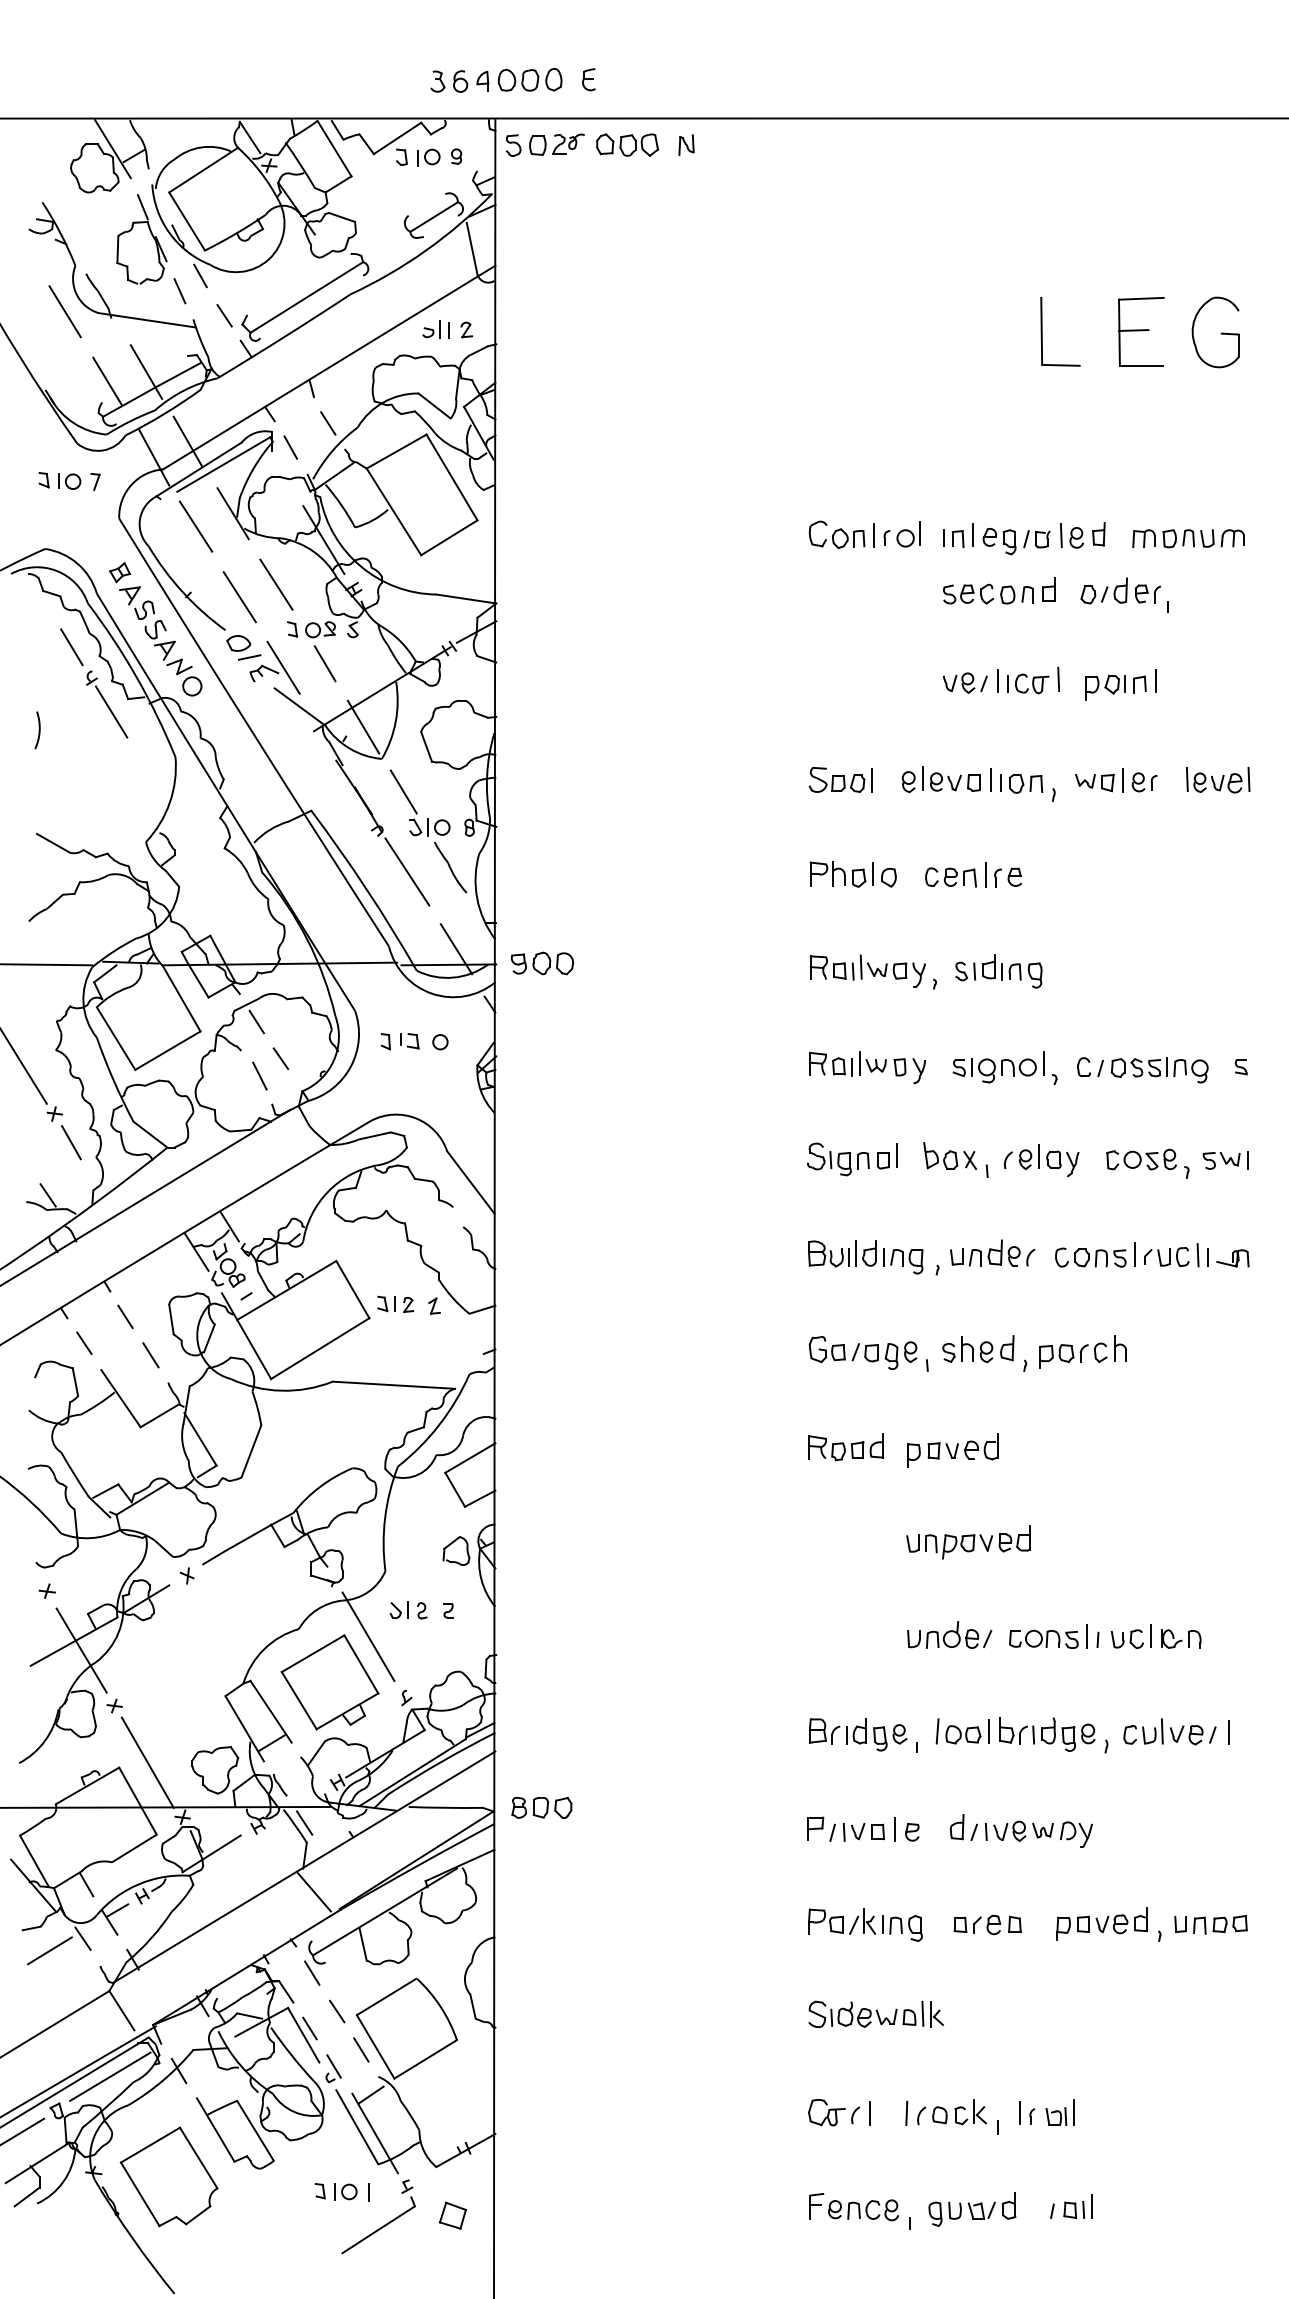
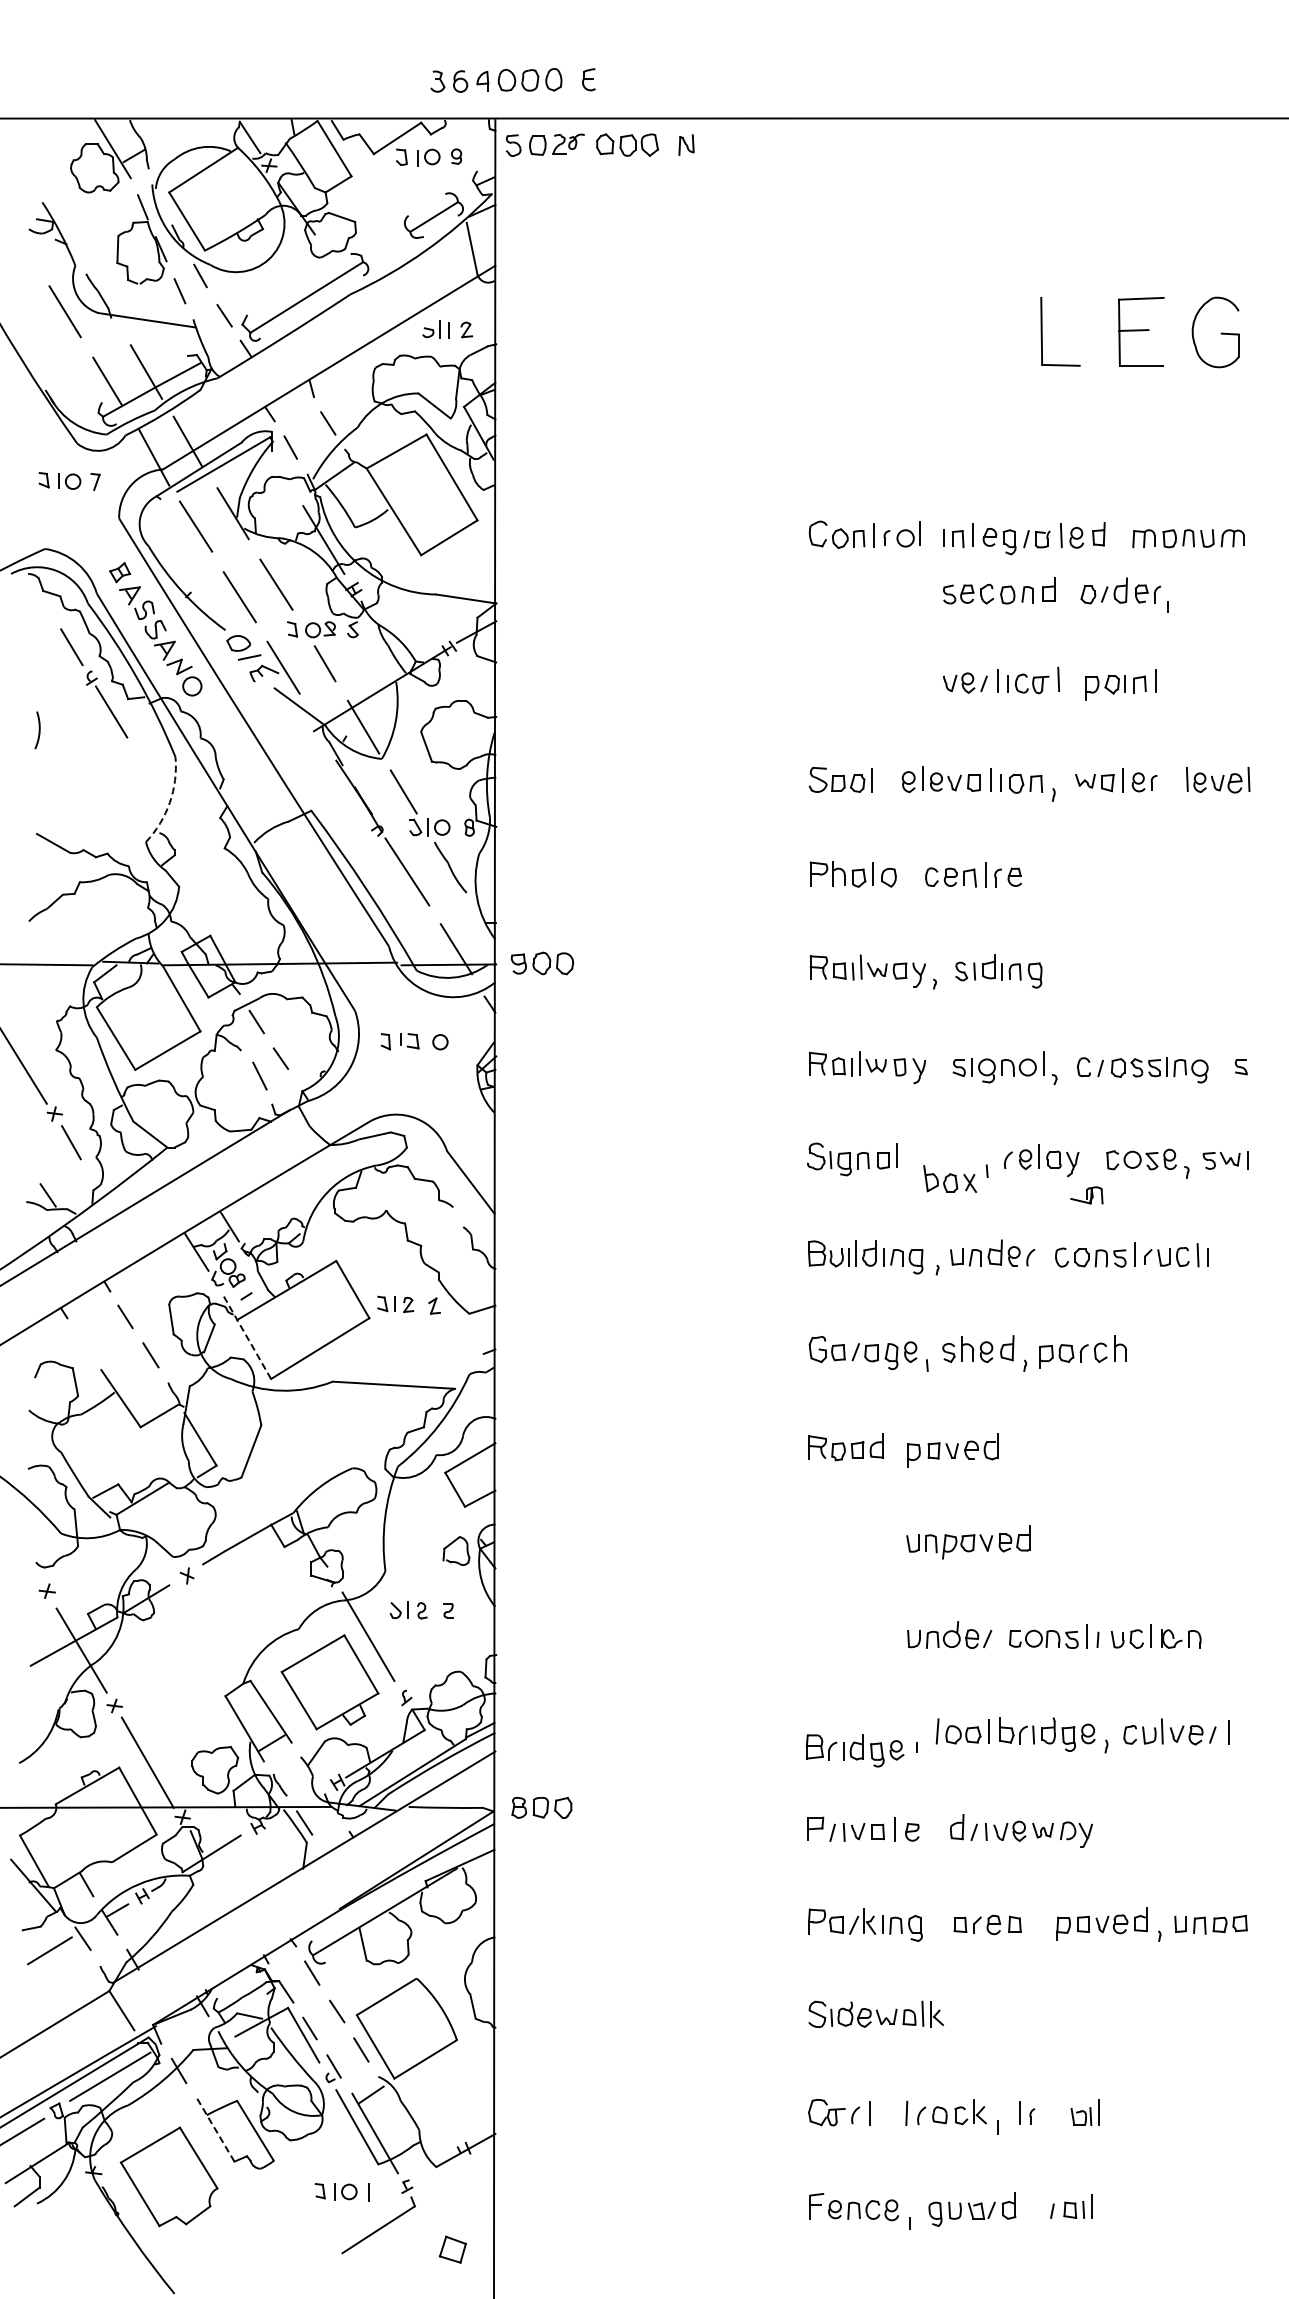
arc at (169, 802): solid -> dashed
part at (950, 1155) position: (950, 1155) -> (950, 1178)
part at (1232, 1258) position: (1232, 1258) -> (1086, 1195)
line at (246, 1335): solid -> dashed
line at (84, 1342): present -> none
part at (858, 1734) position: (858, 1734) -> (855, 1750)
line at (313, 1892): present -> none
part at (1059, 2112) position: (1059, 2112) -> (1084, 2112)
line at (215, 2129): solid -> dashed
part at (452, 2215) position: (452, 2215) -> (452, 2249)
